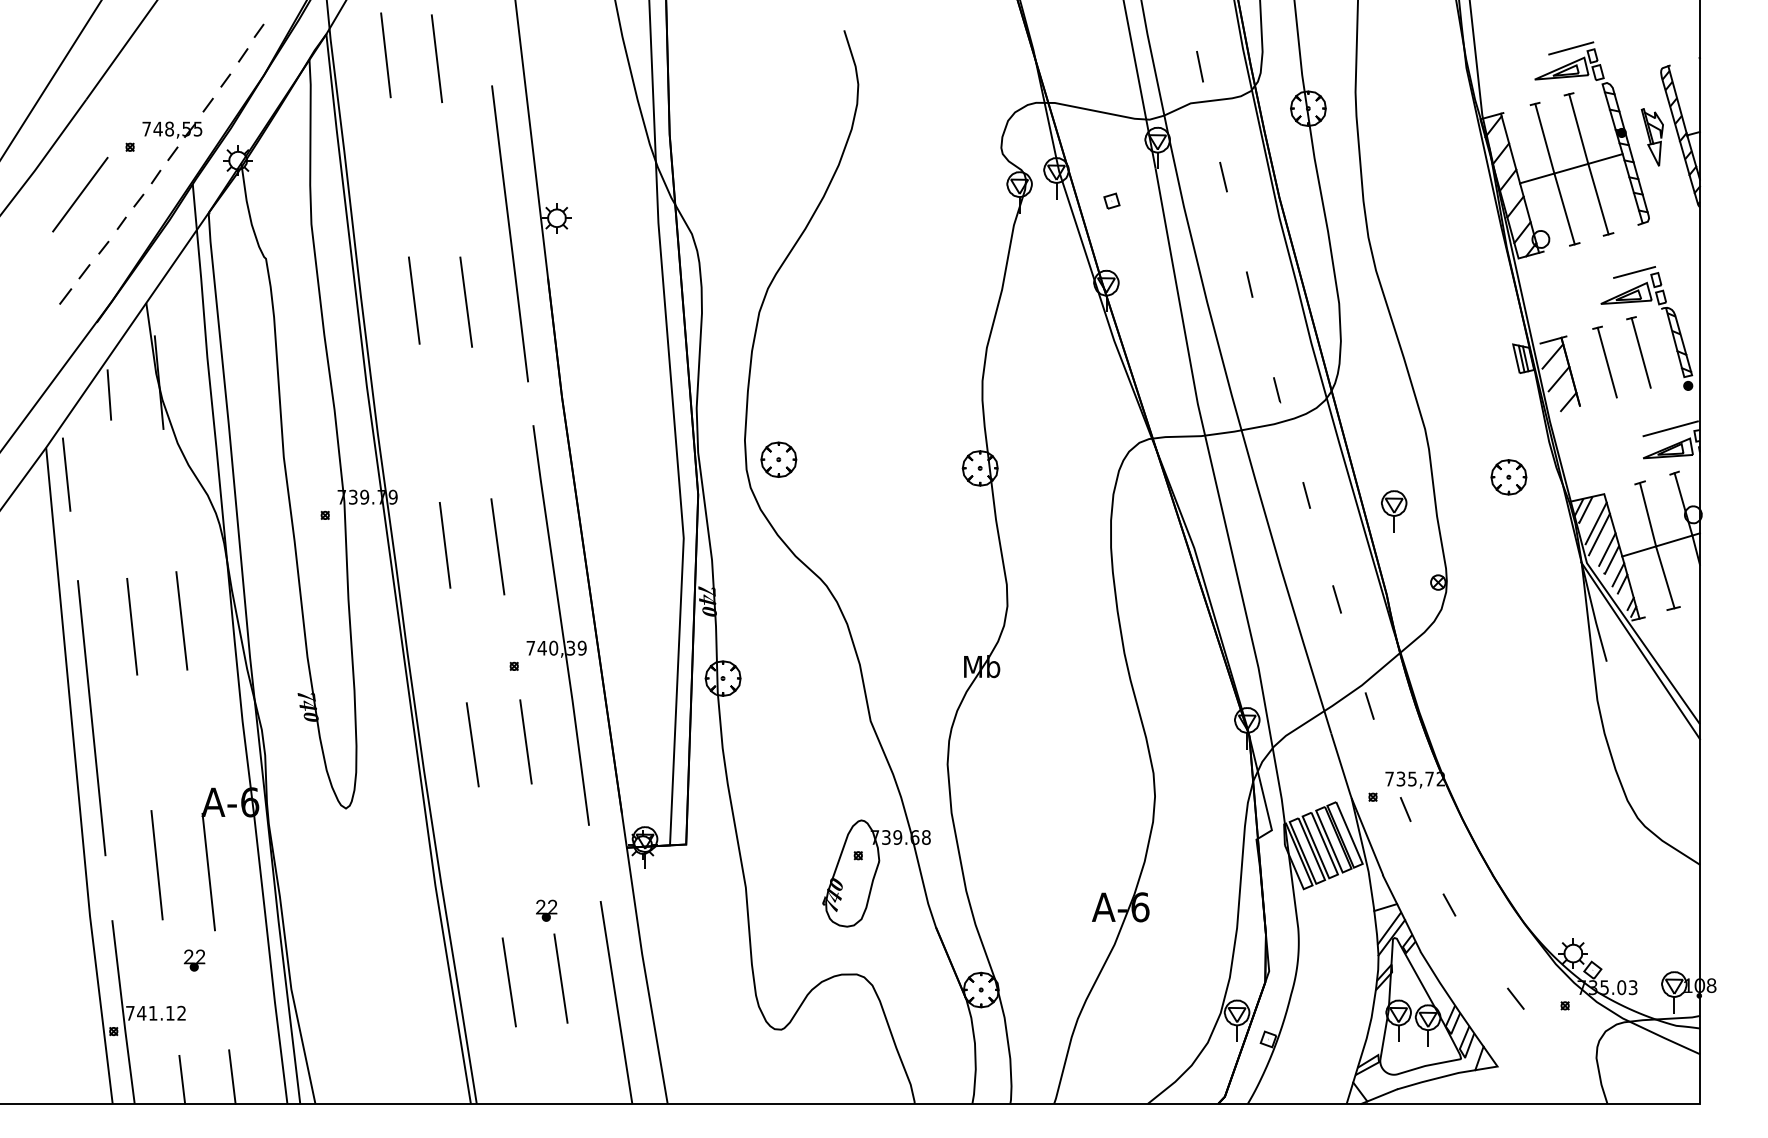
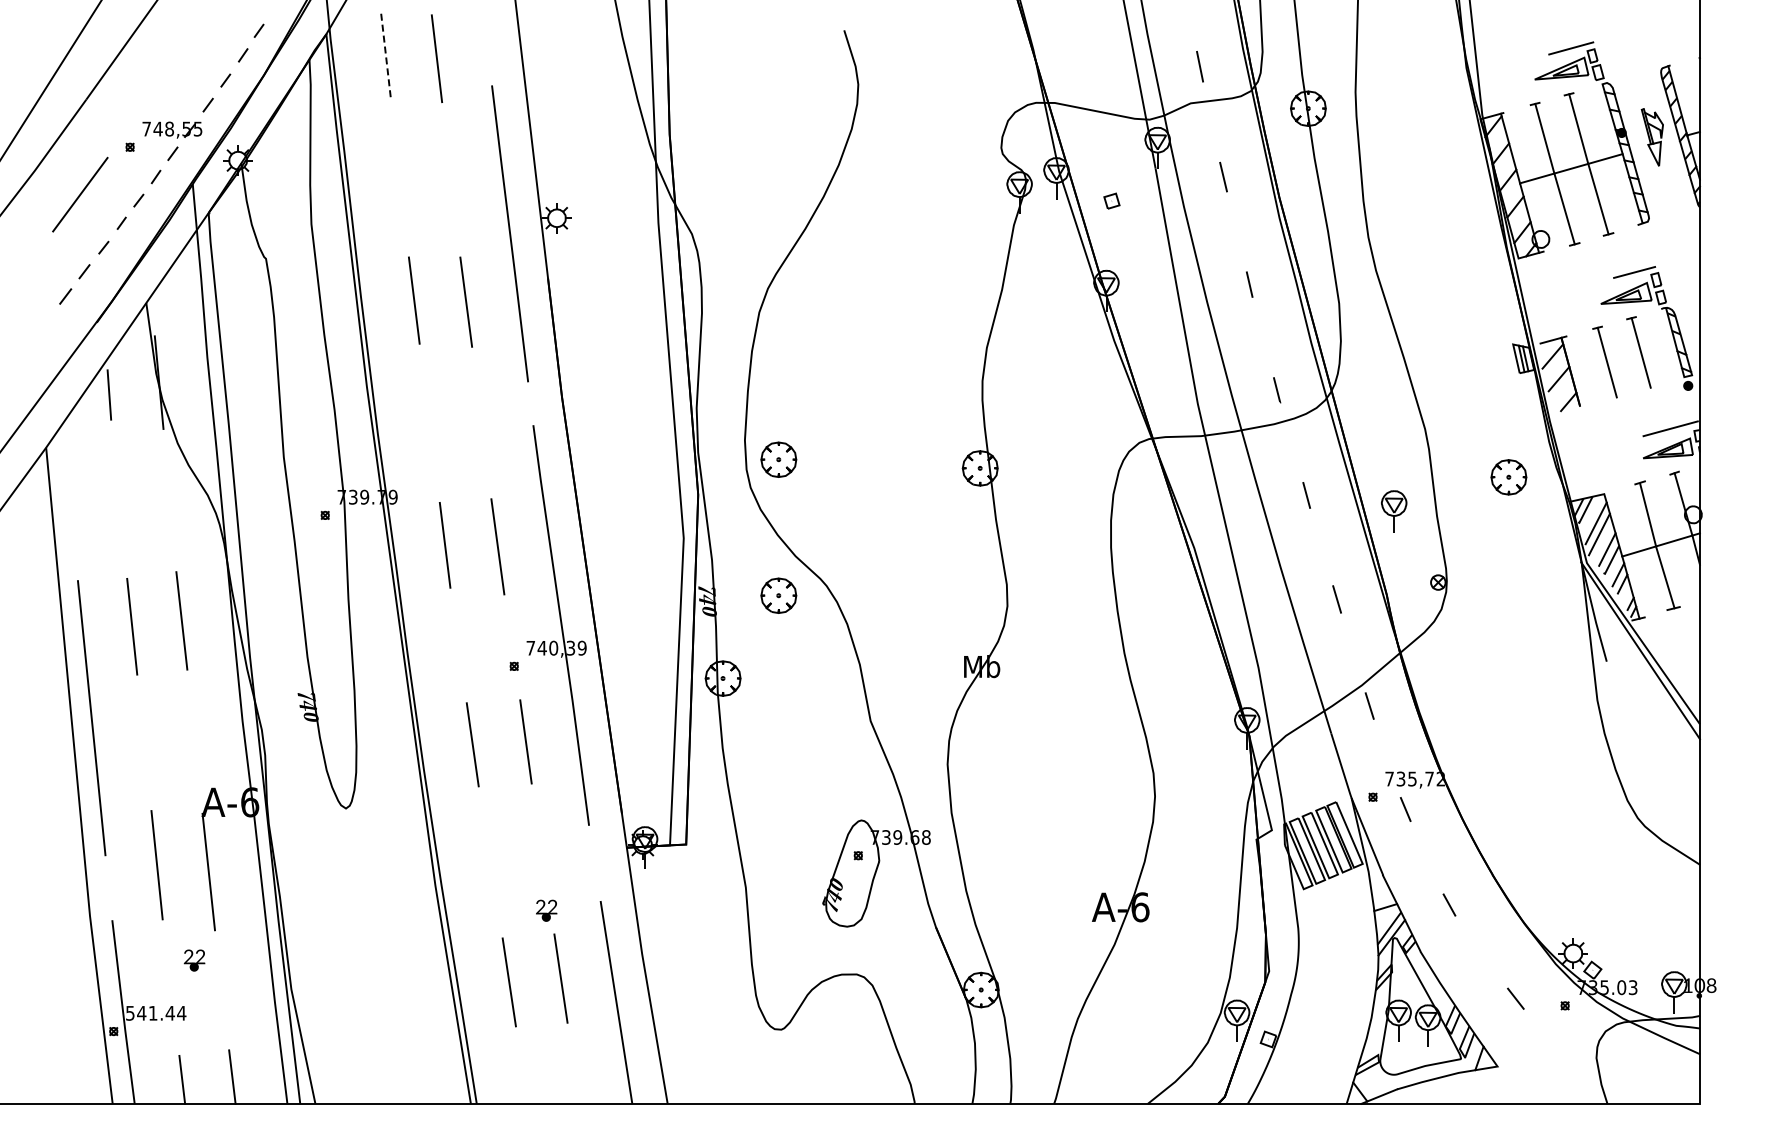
line at (385, 54): solid -> dashed
line at (66, 474): present -> none
part at (778, 595): none -> present
text at (156, 1012): 741.12 -> 541.44
